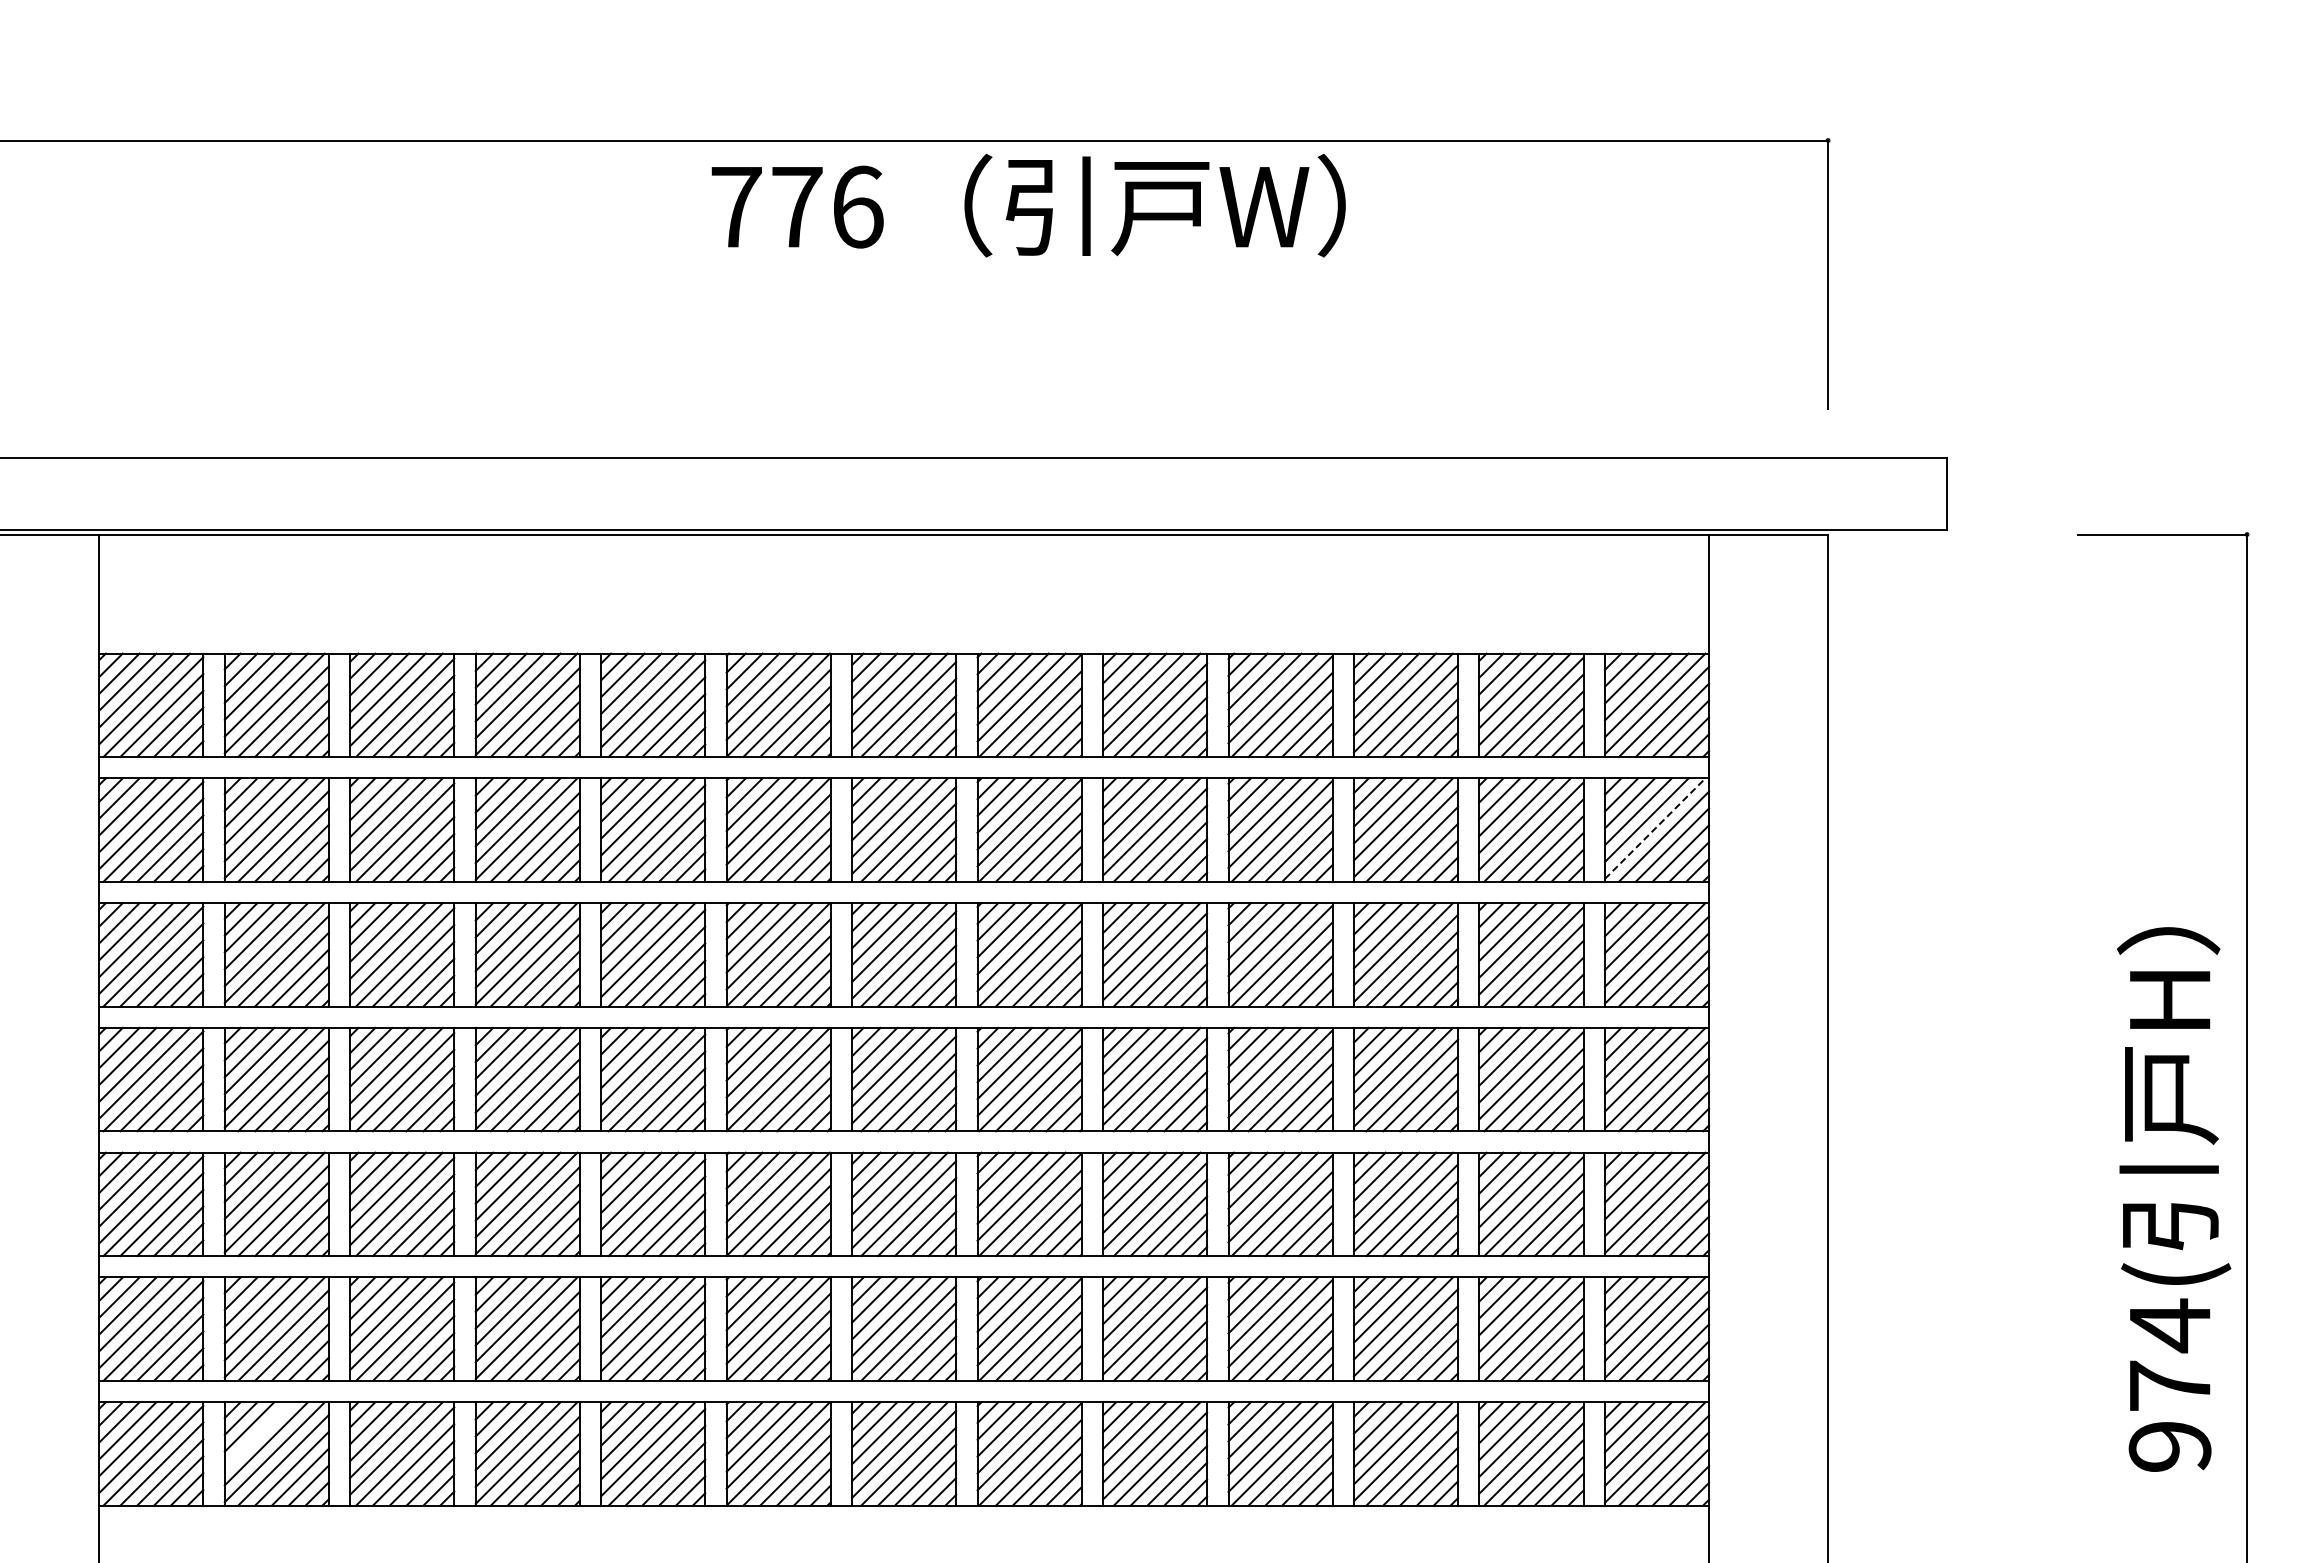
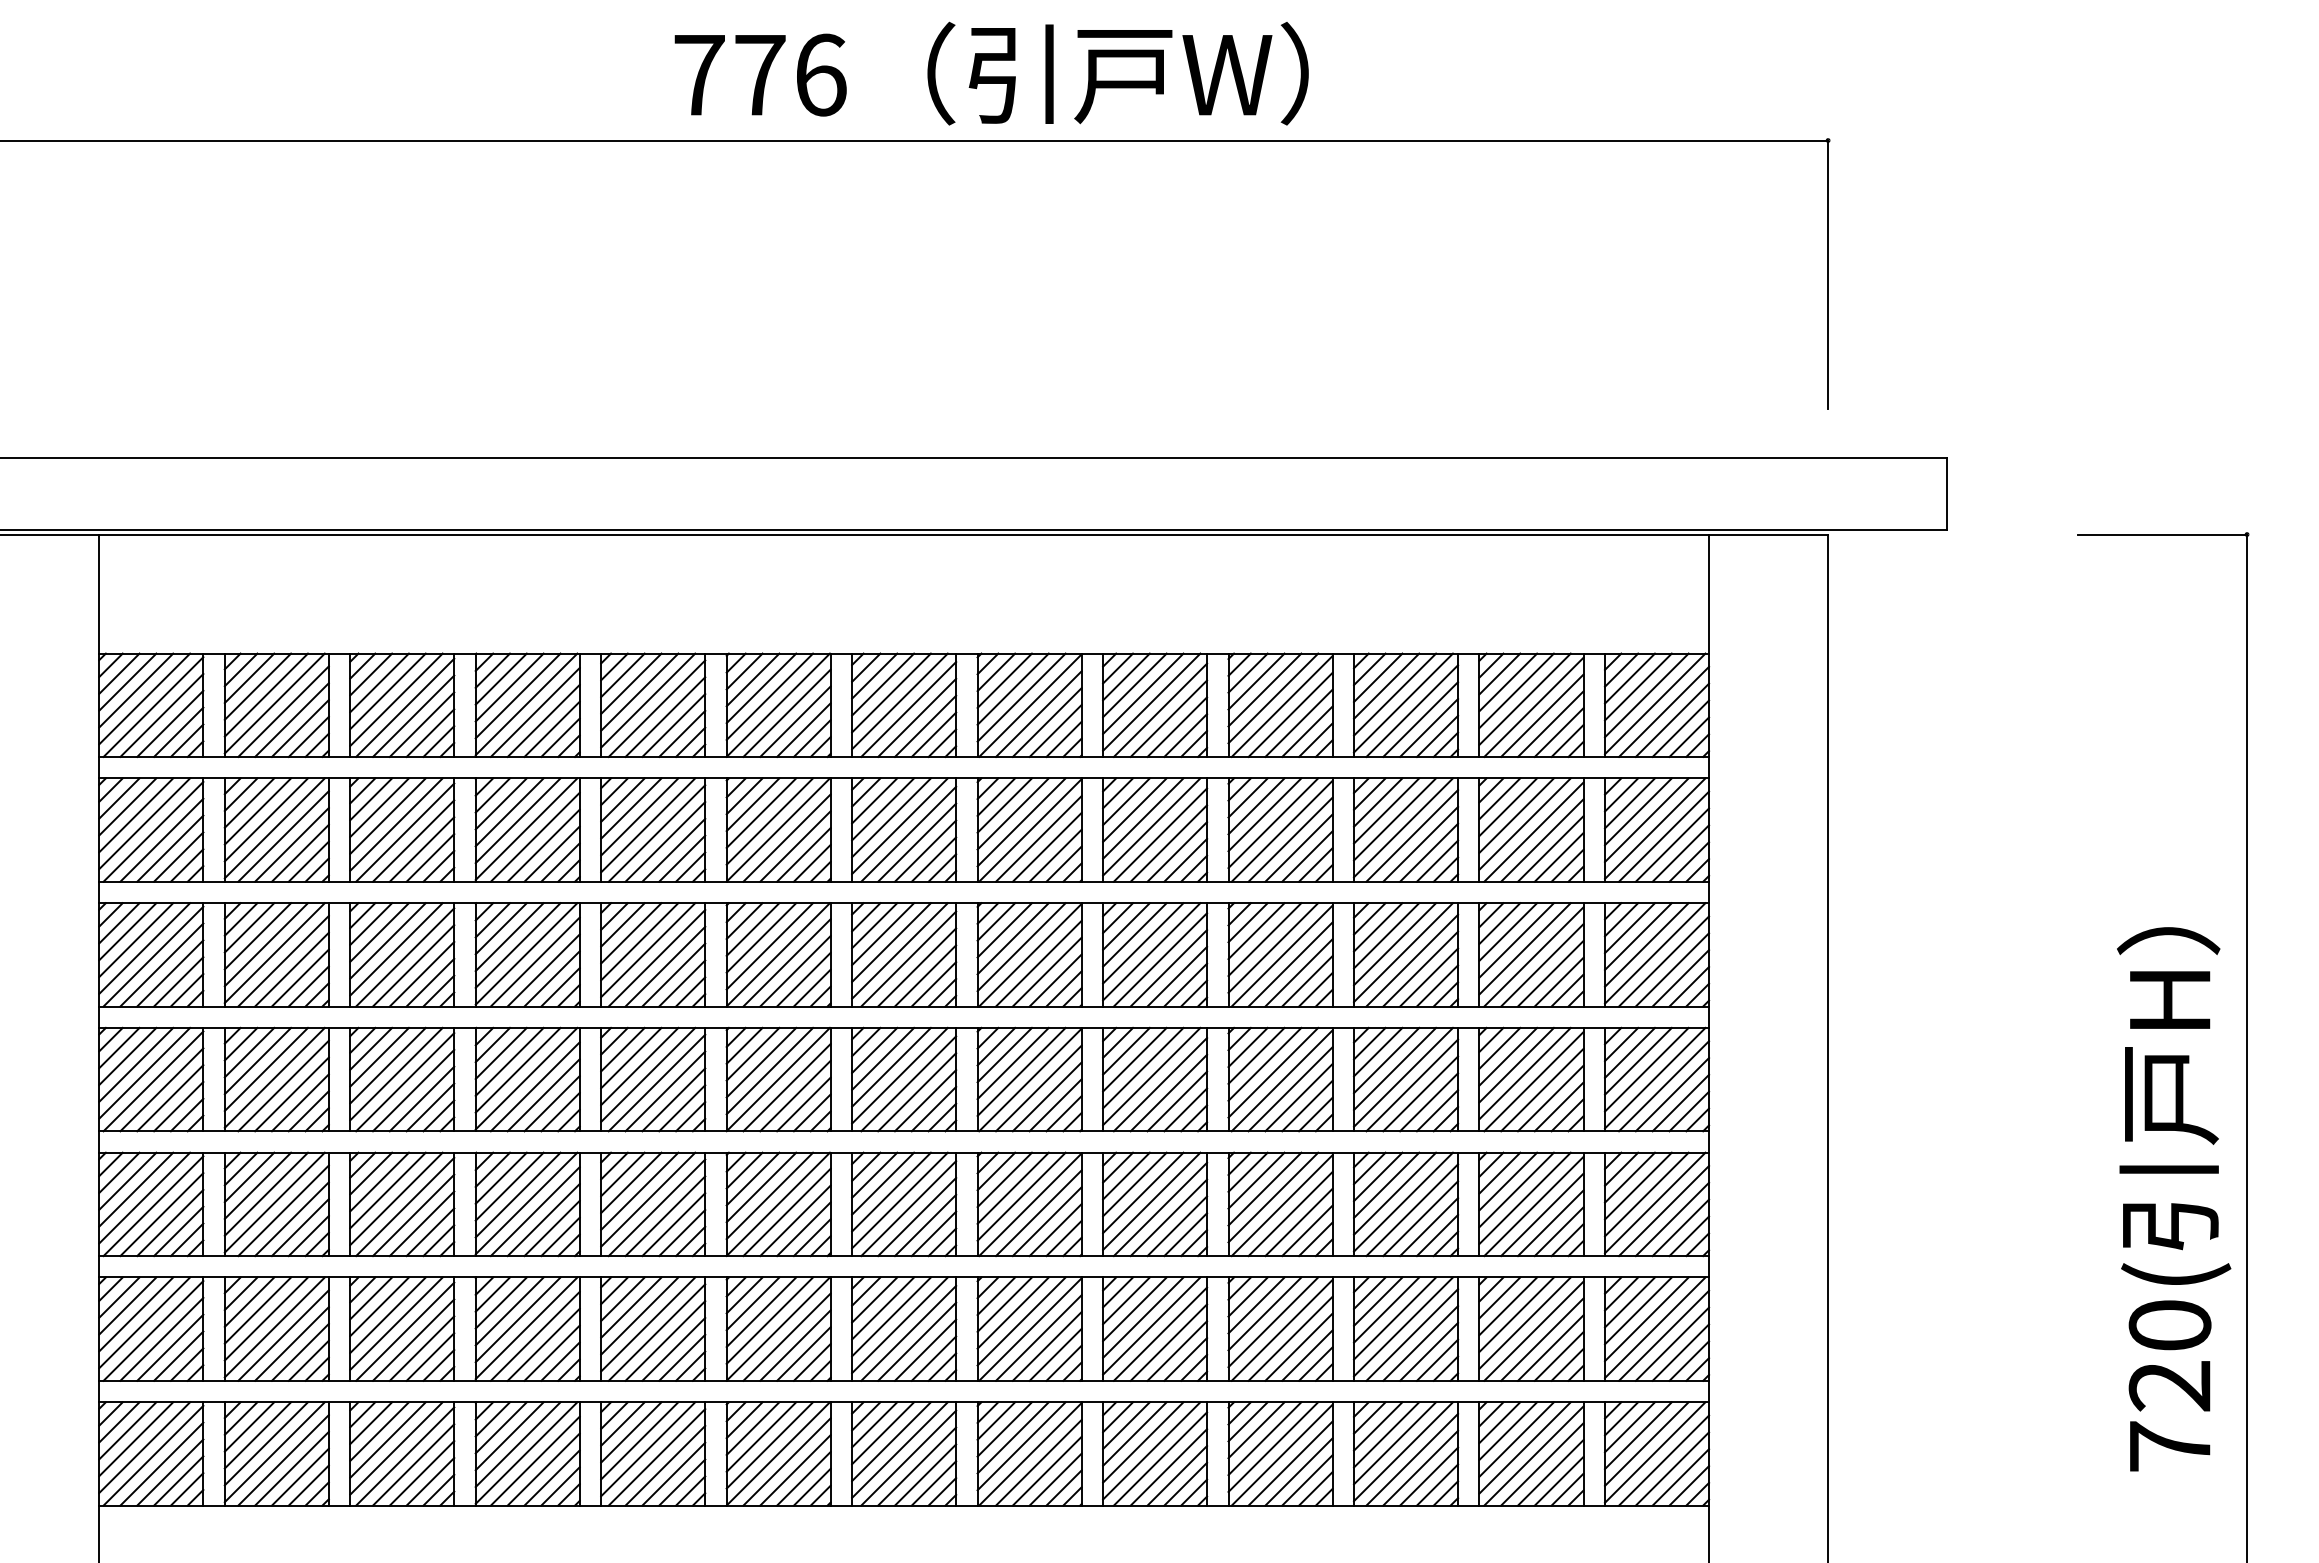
text at (1028, 205) position: (1028, 205) -> (991, 73)
line at (1655, 828): dashed -> solid
text at (2169, 1384): 974( -> 720(
line at (257, 1435): none -> present
